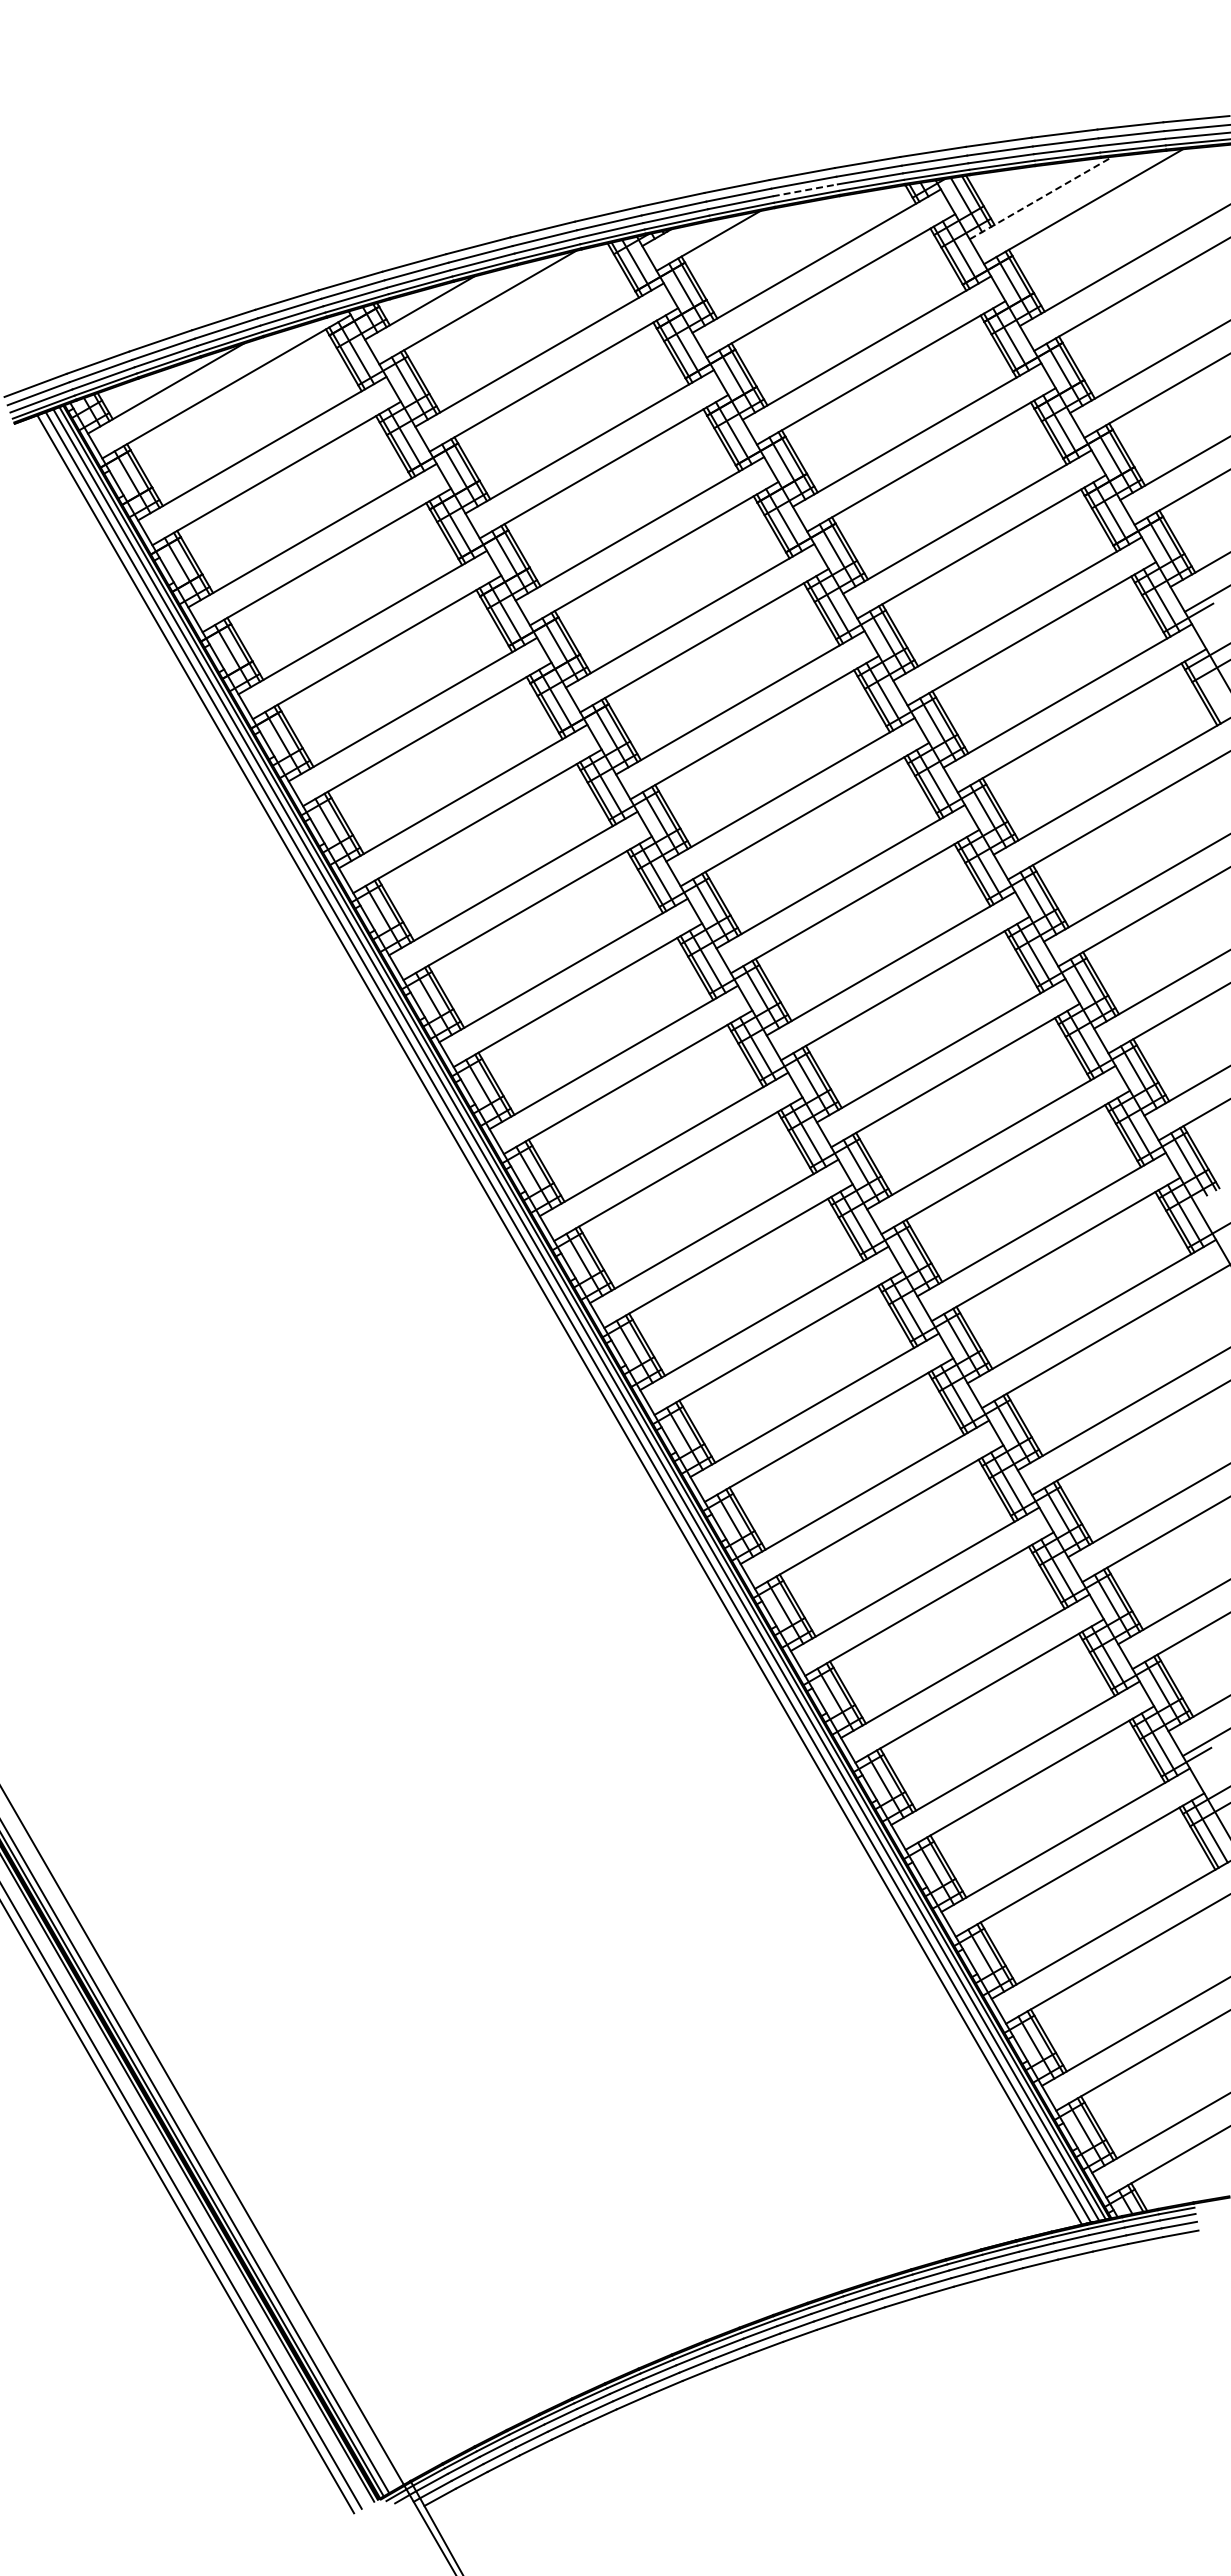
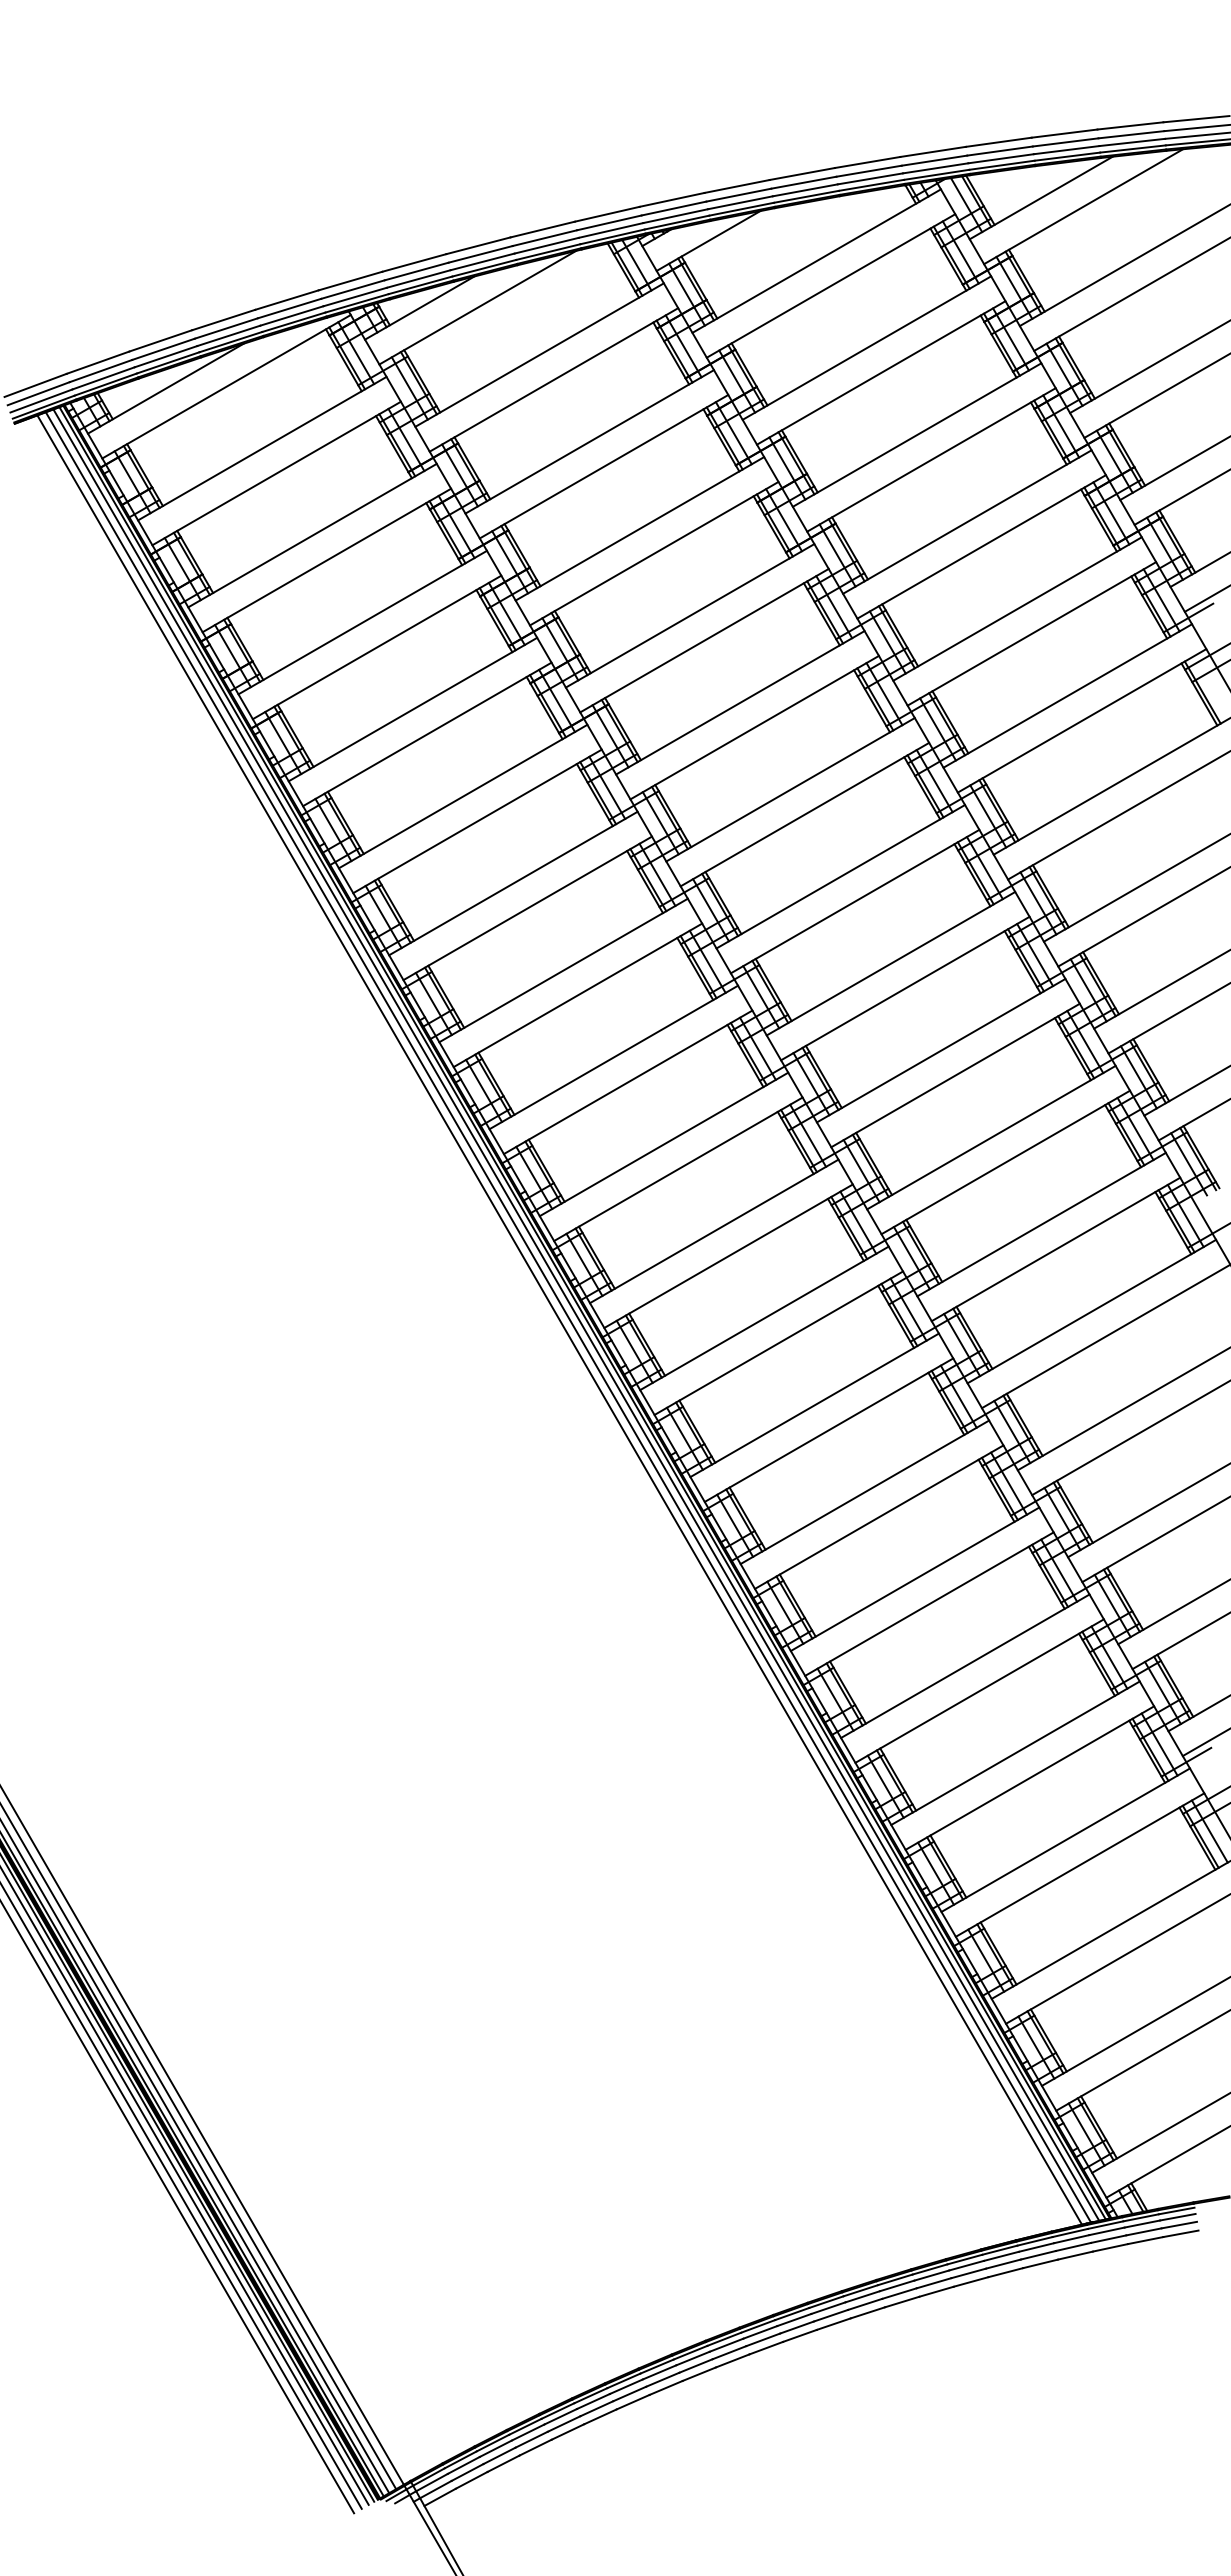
line at (805, 190): dashed -> solid
line at (1041, 198): dashed -> solid
line at (199, 2147): none -> present
line at (185, 2187): none -> present
